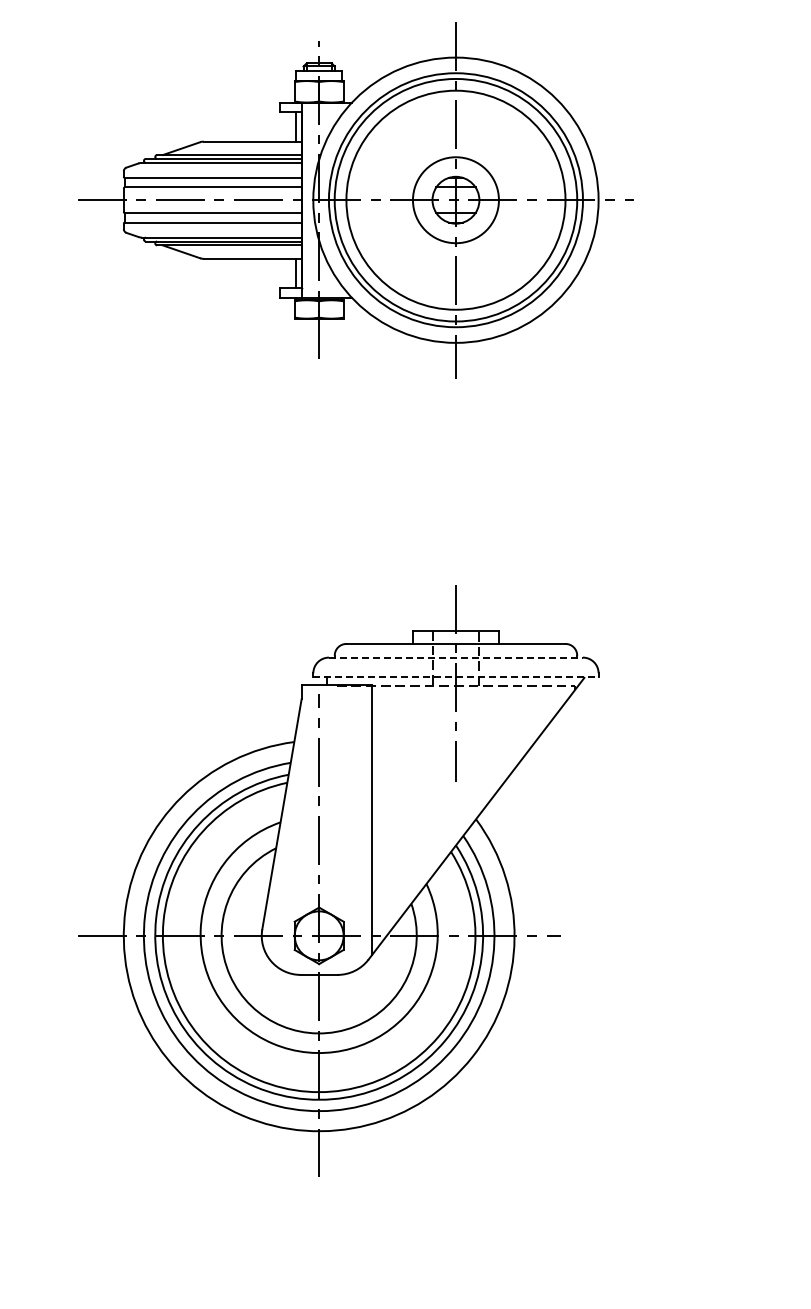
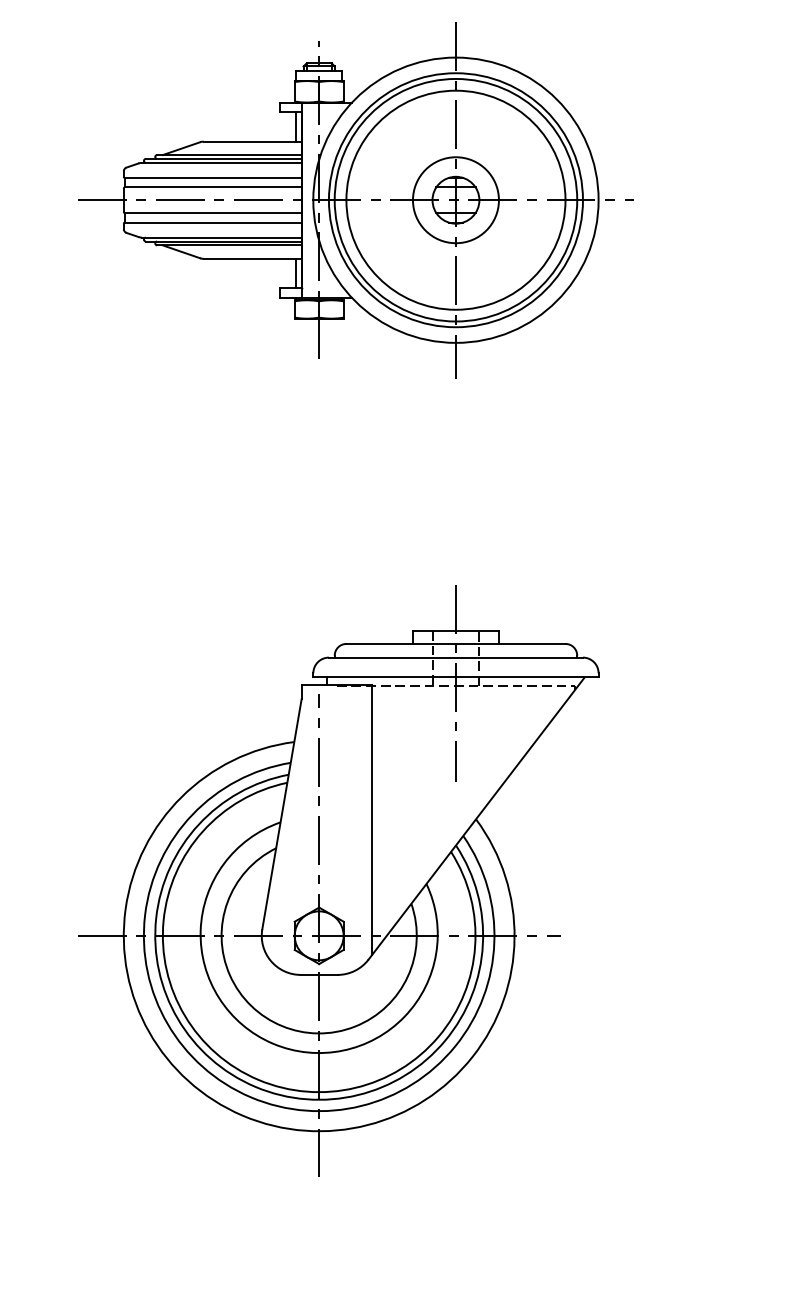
line at (456, 657): dashed -> solid
line at (455, 677): dashed -> solid
